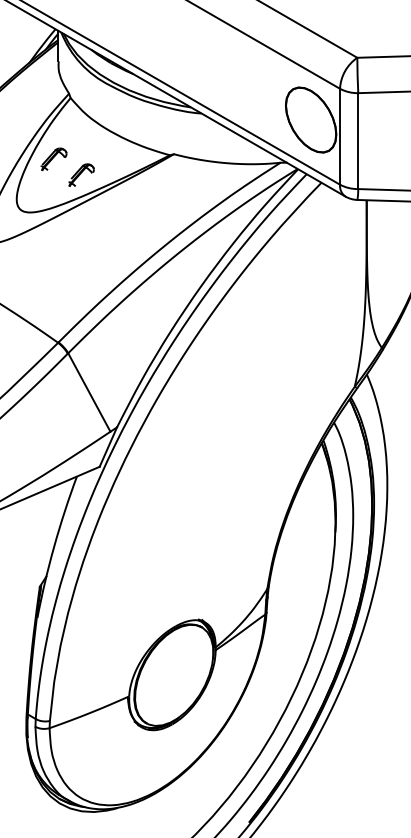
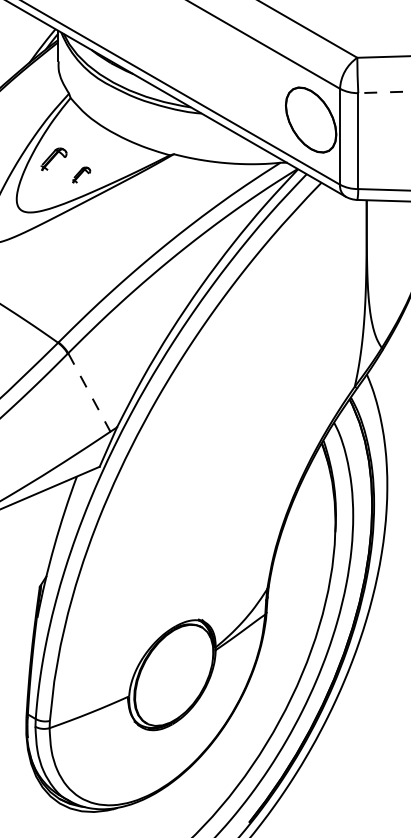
line at (384, 92): solid -> dashed
part at (81, 174) size: 27x24 px -> 20x18 px
line at (89, 392): solid -> dashed
